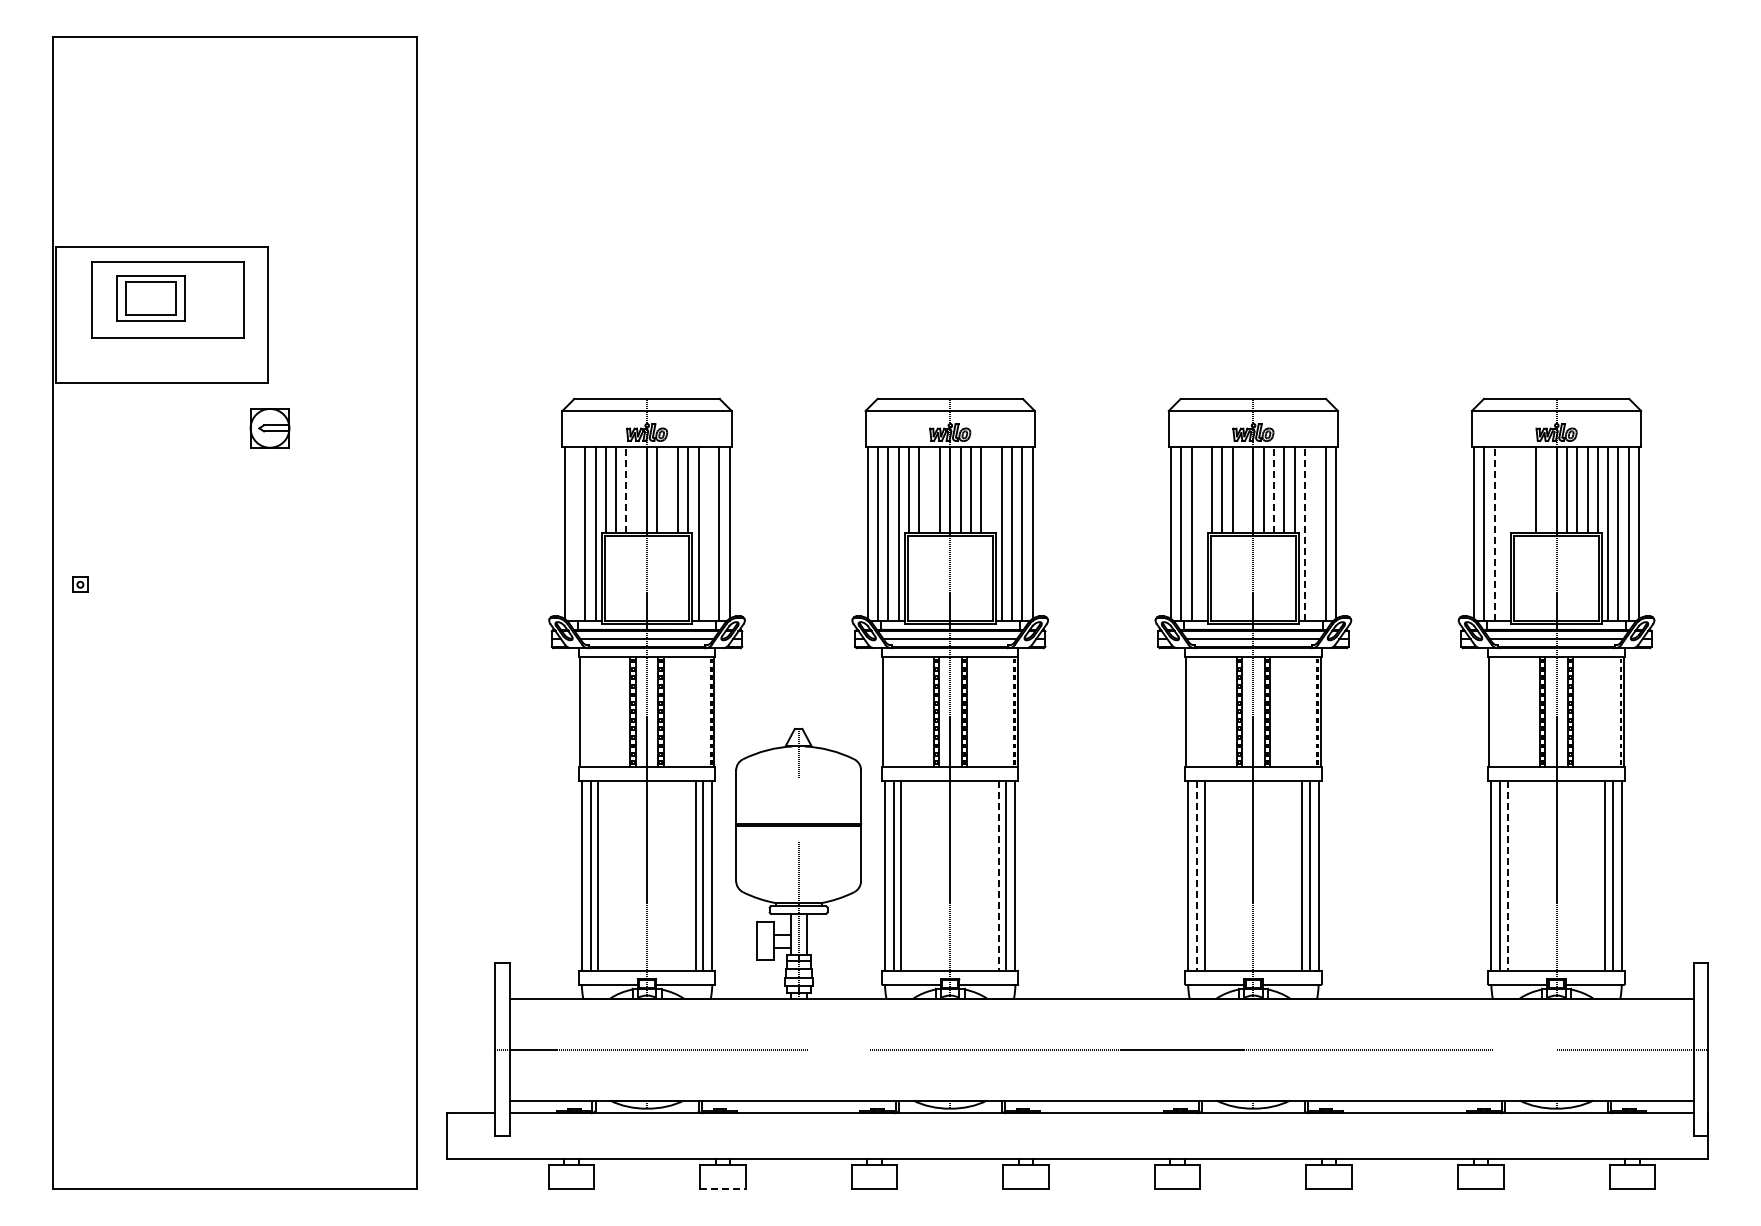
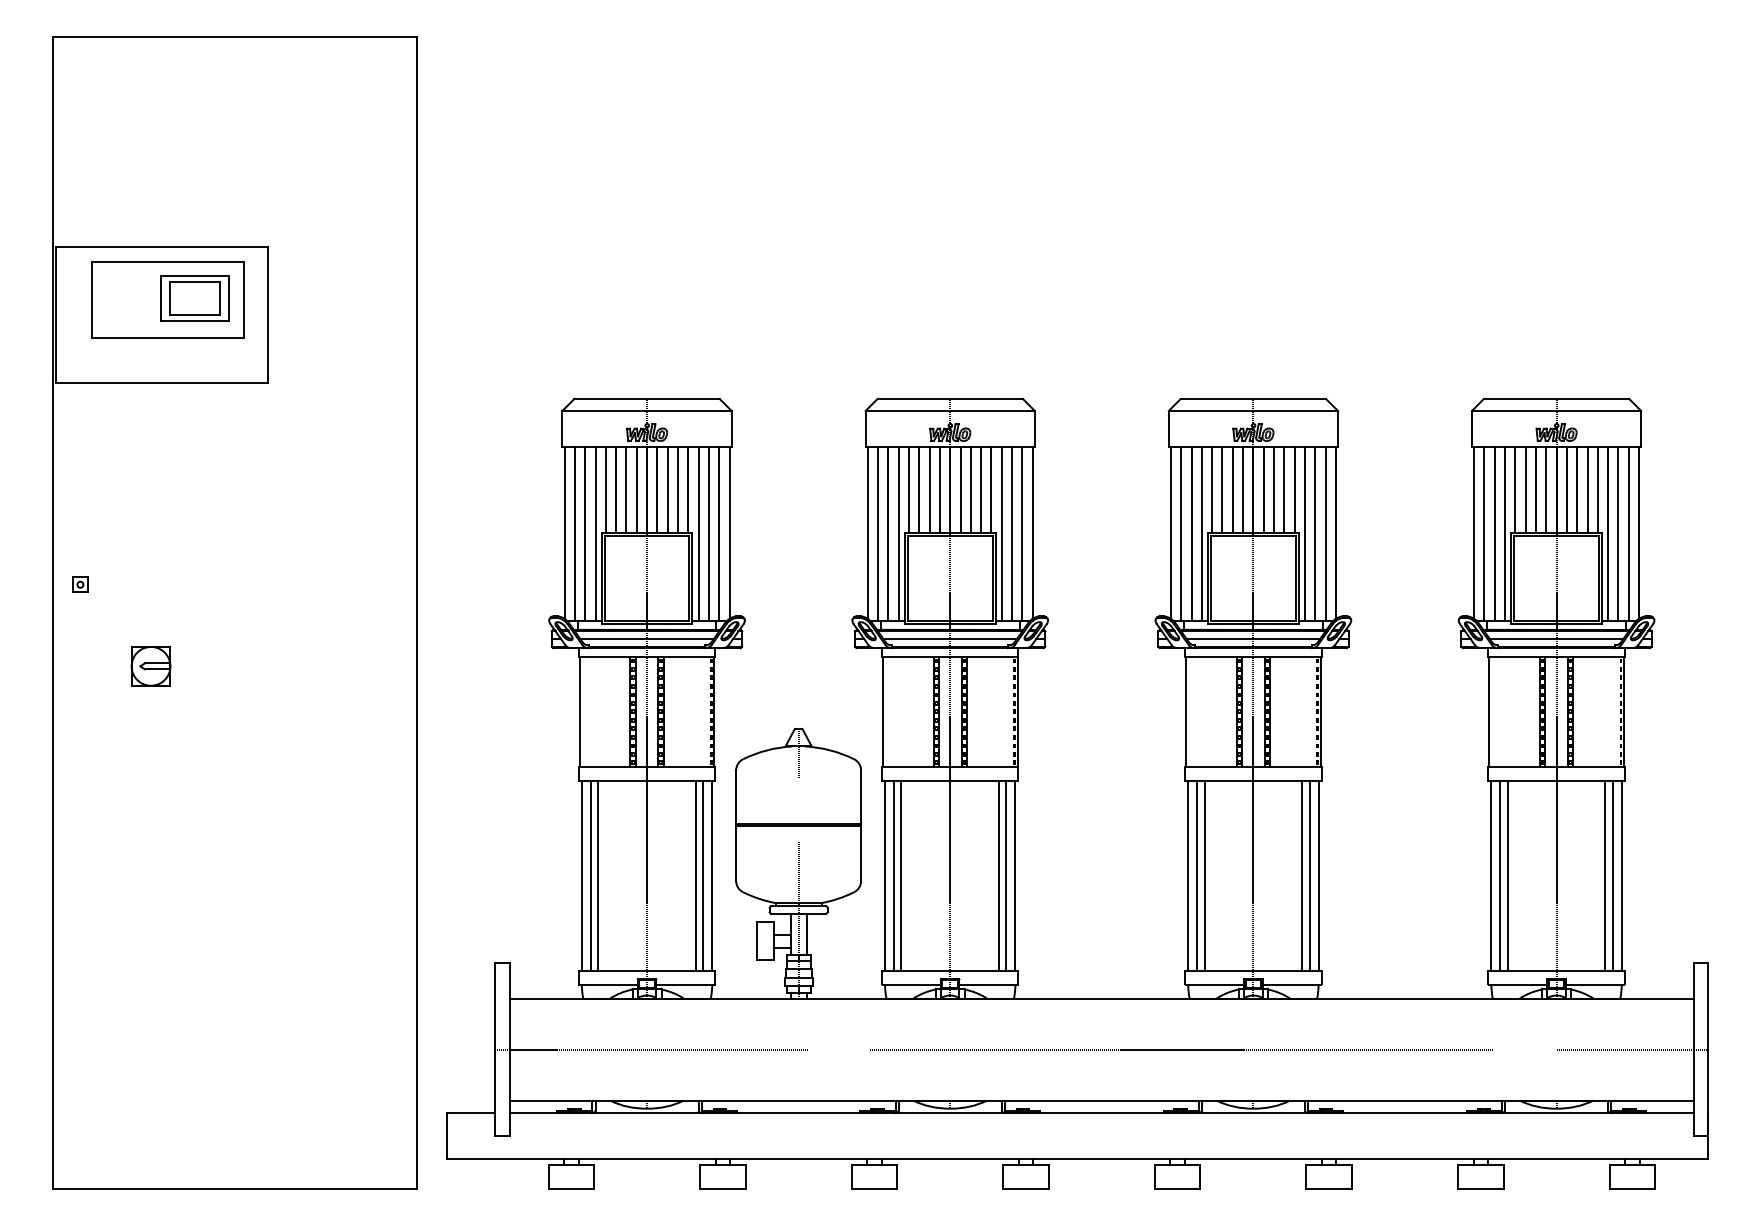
part at (150, 298) position: (150, 298) -> (194, 298)
part at (269, 428) position: (269, 428) -> (150, 666)
line at (626, 489): dashed -> solid
line at (636, 489): none -> present
line at (667, 489): none -> present
line at (929, 489): none -> present
line at (991, 489): none -> present
line at (1243, 489): none -> present
line at (1274, 489): dashed -> solid
line at (1515, 489): none -> present
line at (1525, 489): none -> present
line at (1546, 489): none -> present
line at (574, 533): none -> present
line at (708, 533): none -> present
line at (1201, 533): none -> present
line at (1304, 533): dashed -> solid
line at (1315, 533): none -> present
line at (1494, 533): dashed -> solid
line at (1505, 533): none -> present
line at (999, 876): dashed -> solid
line at (1197, 876): dashed -> solid
line at (1507, 876): dashed -> solid
line at (722, 1189): dashed -> solid
